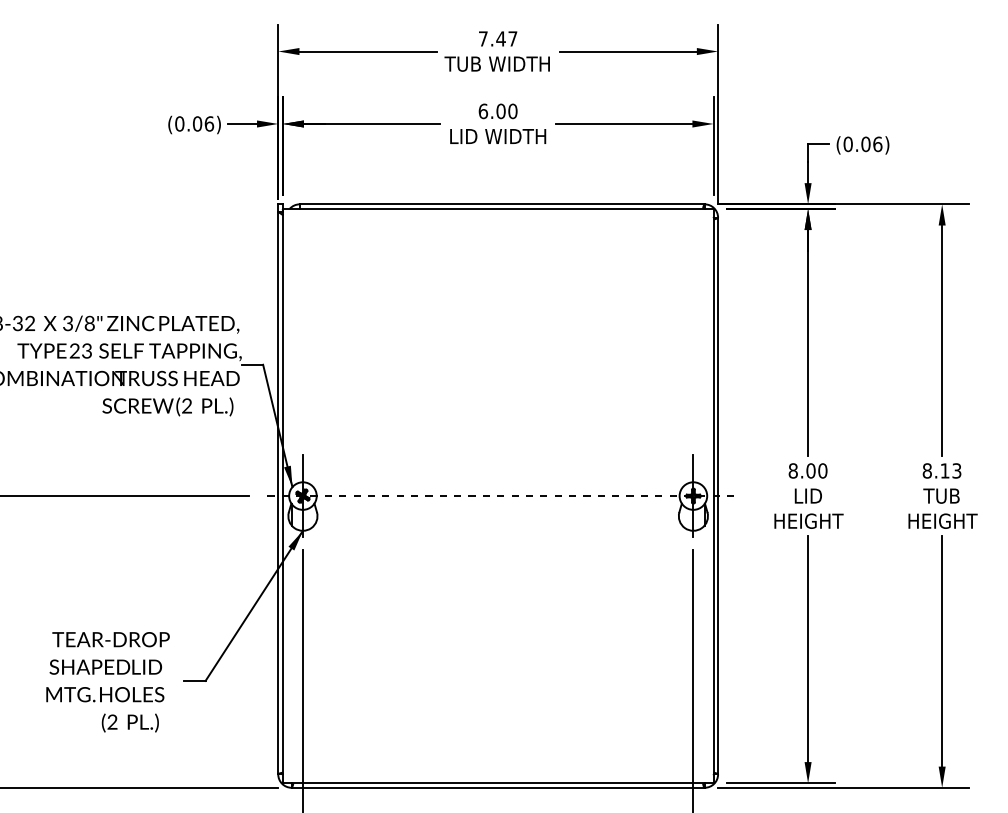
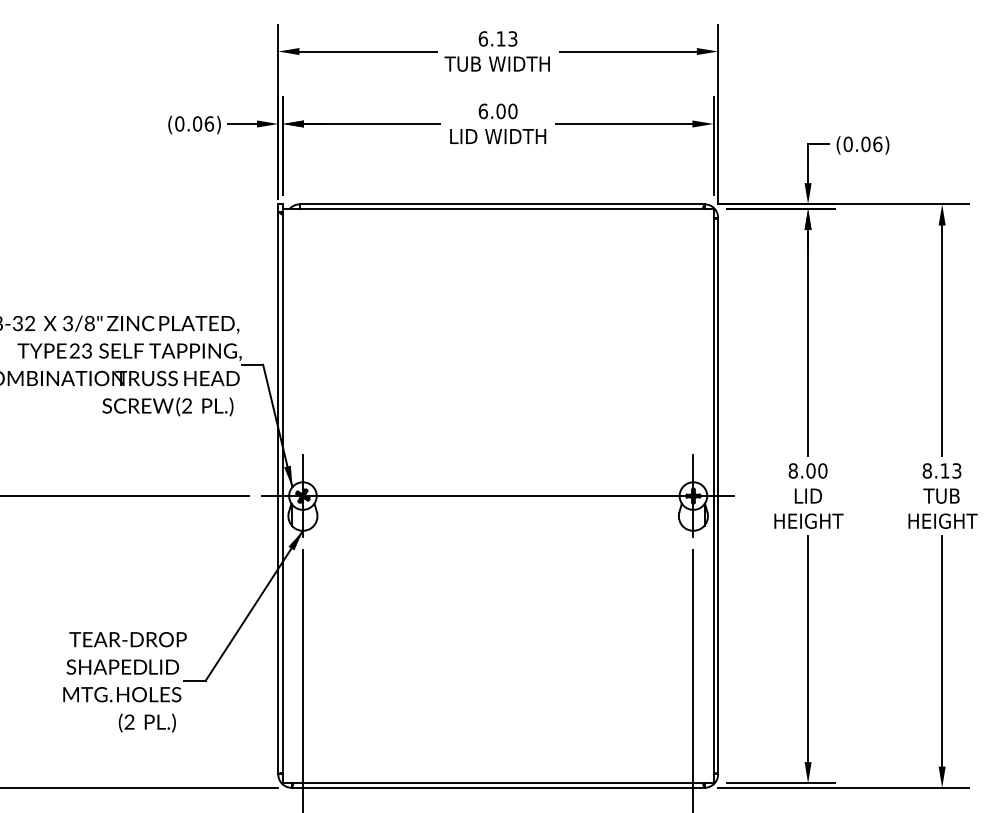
text at (497, 38): 7.47 -> 6.13
line at (498, 496): dashed -> solid
text at (107, 682) position: (107, 682) -> (124, 682)
